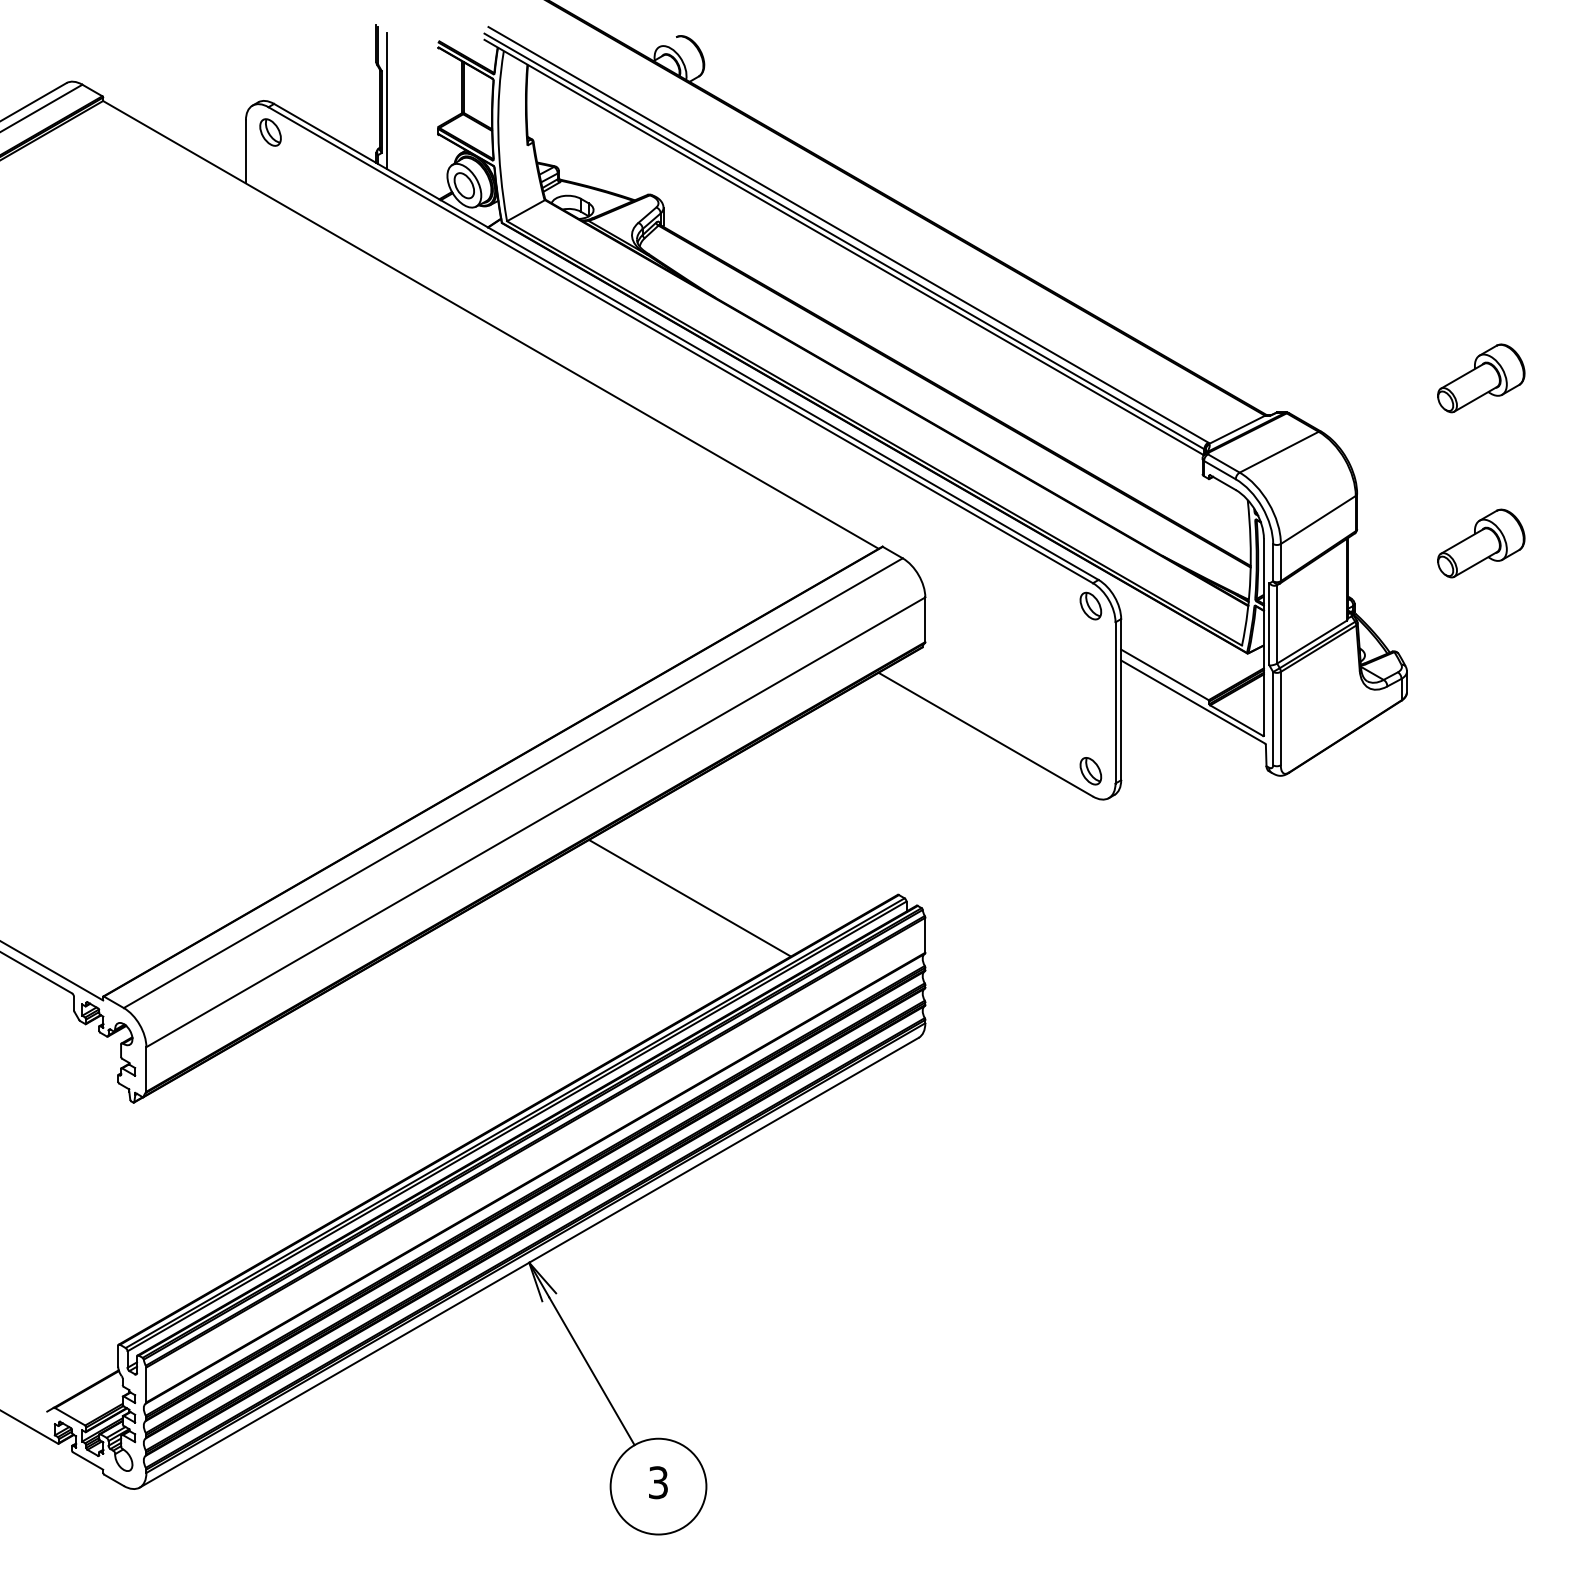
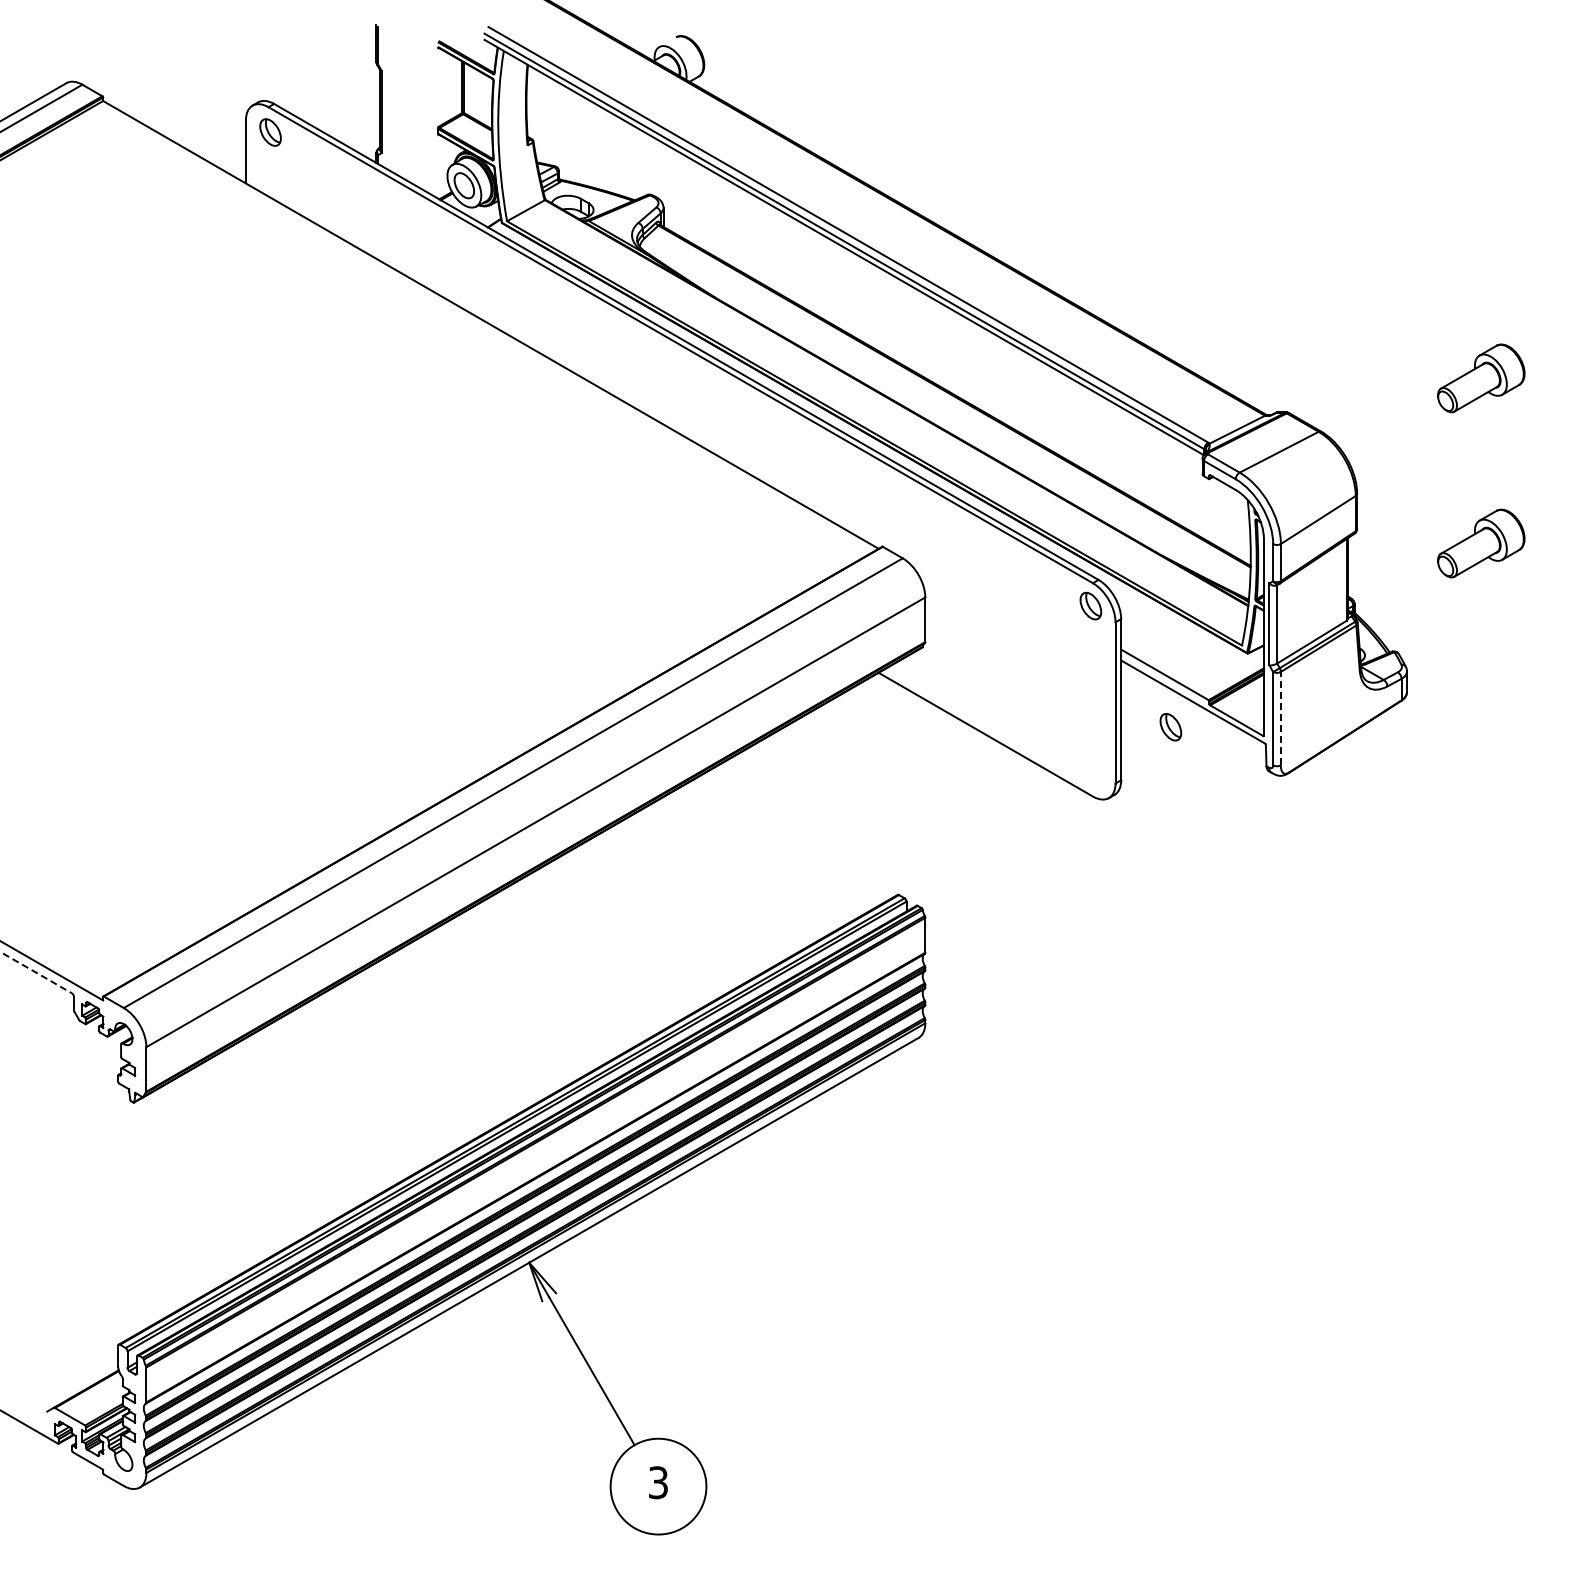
line at (387, 100): present -> none
line at (1280, 718): solid -> dashed
part at (1090, 771) position: (1090, 771) -> (1170, 727)
line at (689, 897): present -> none
line at (36, 972): solid -> dashed
